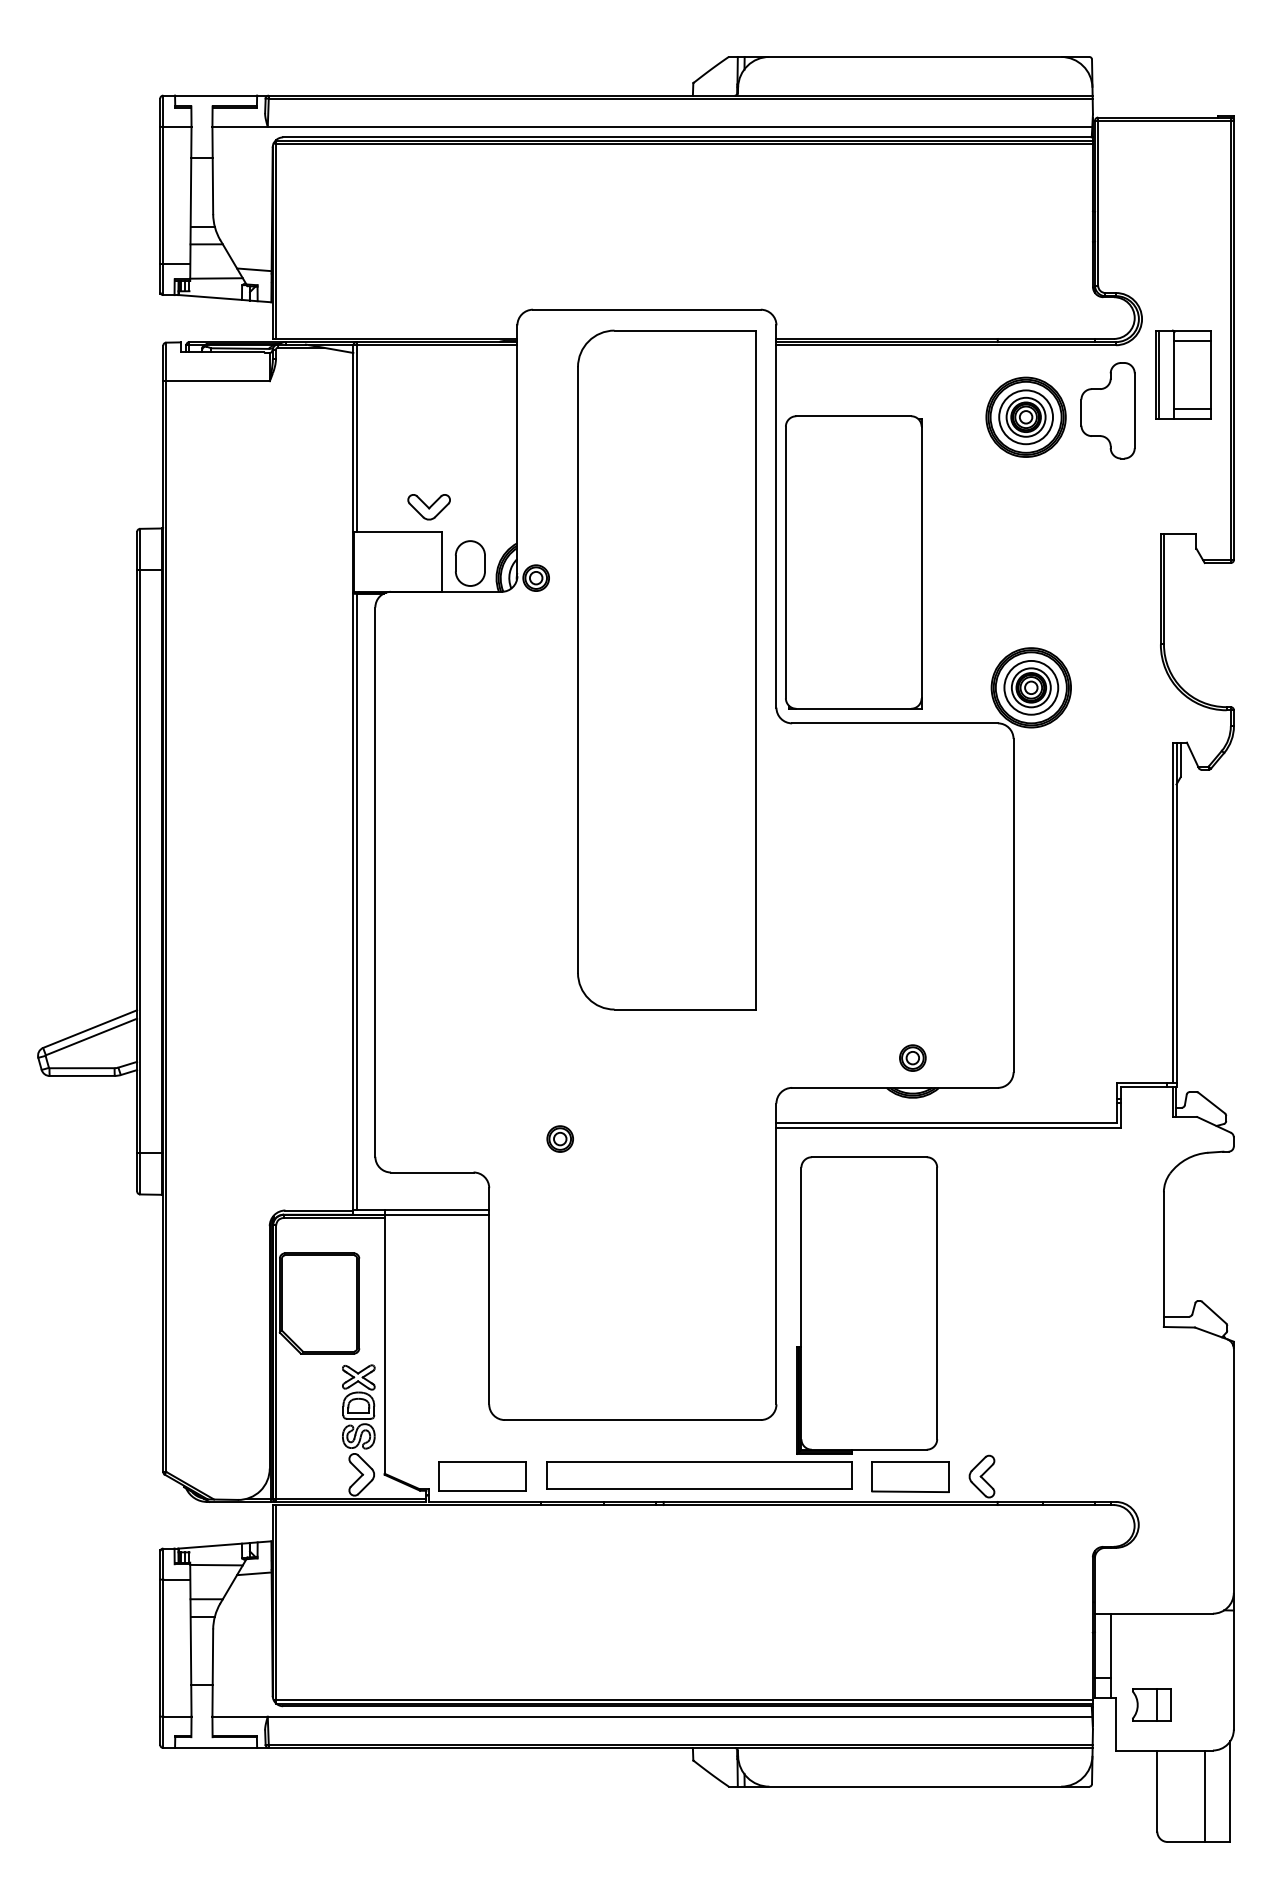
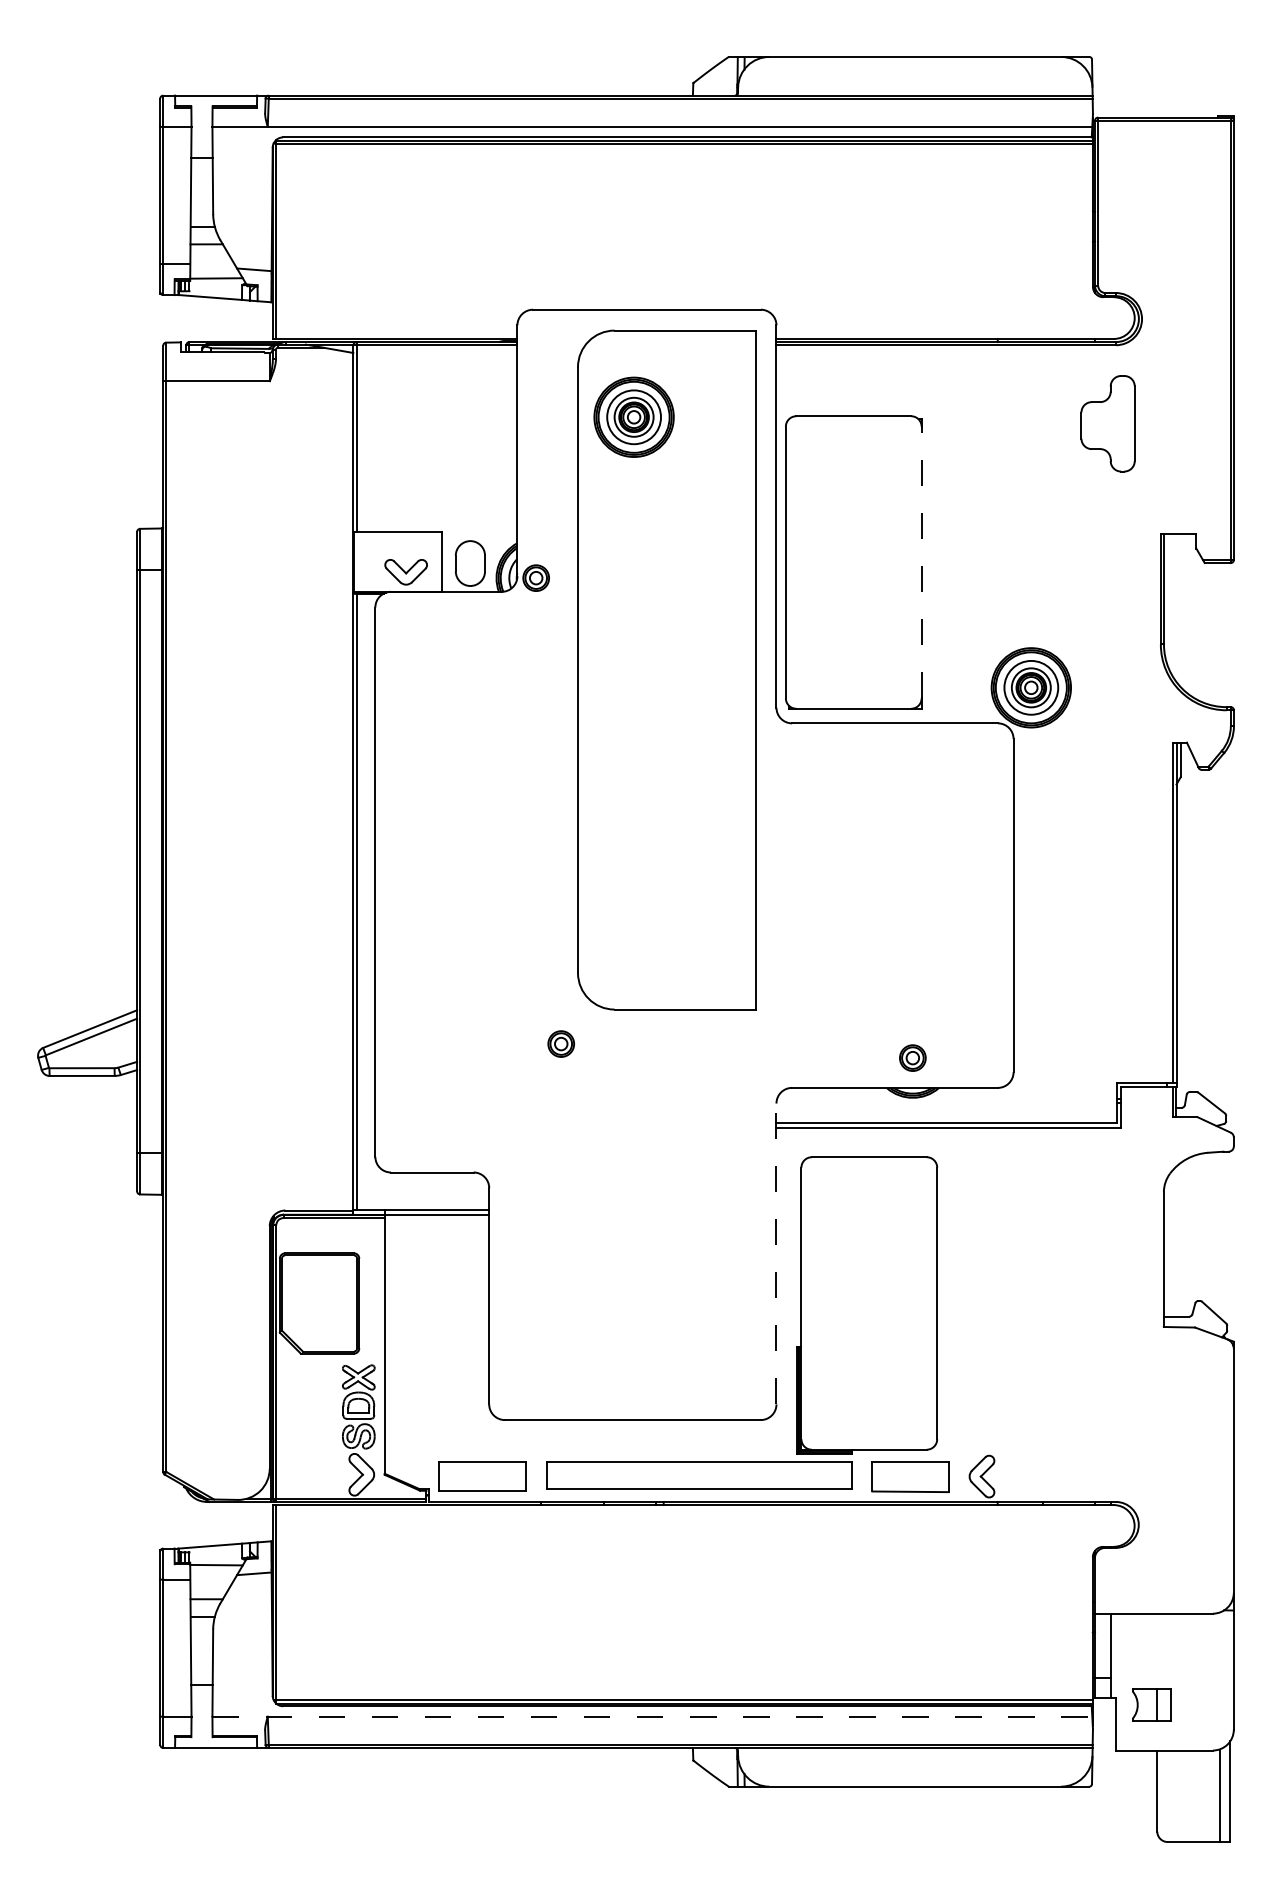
part at (1183, 374): present -> none
part at (1107, 410) position: (1107, 410) -> (1107, 423)
part at (1025, 416) position: (1025, 416) -> (633, 416)
part at (428, 507) position: (428, 507) -> (405, 572)
line at (921, 562): solid -> dashed
part at (559, 1138) position: (559, 1138) -> (560, 1043)
line at (776, 1253): solid -> dashed
line at (652, 1716): solid -> dashed
line at (1205, 1796) position: (1205, 1796) -> (1220, 1796)
